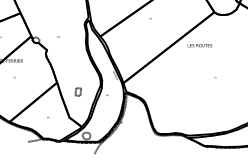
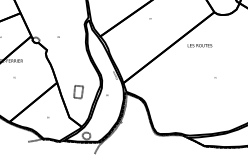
part at (77, 91) size: 8x10 px -> 11x15 px
